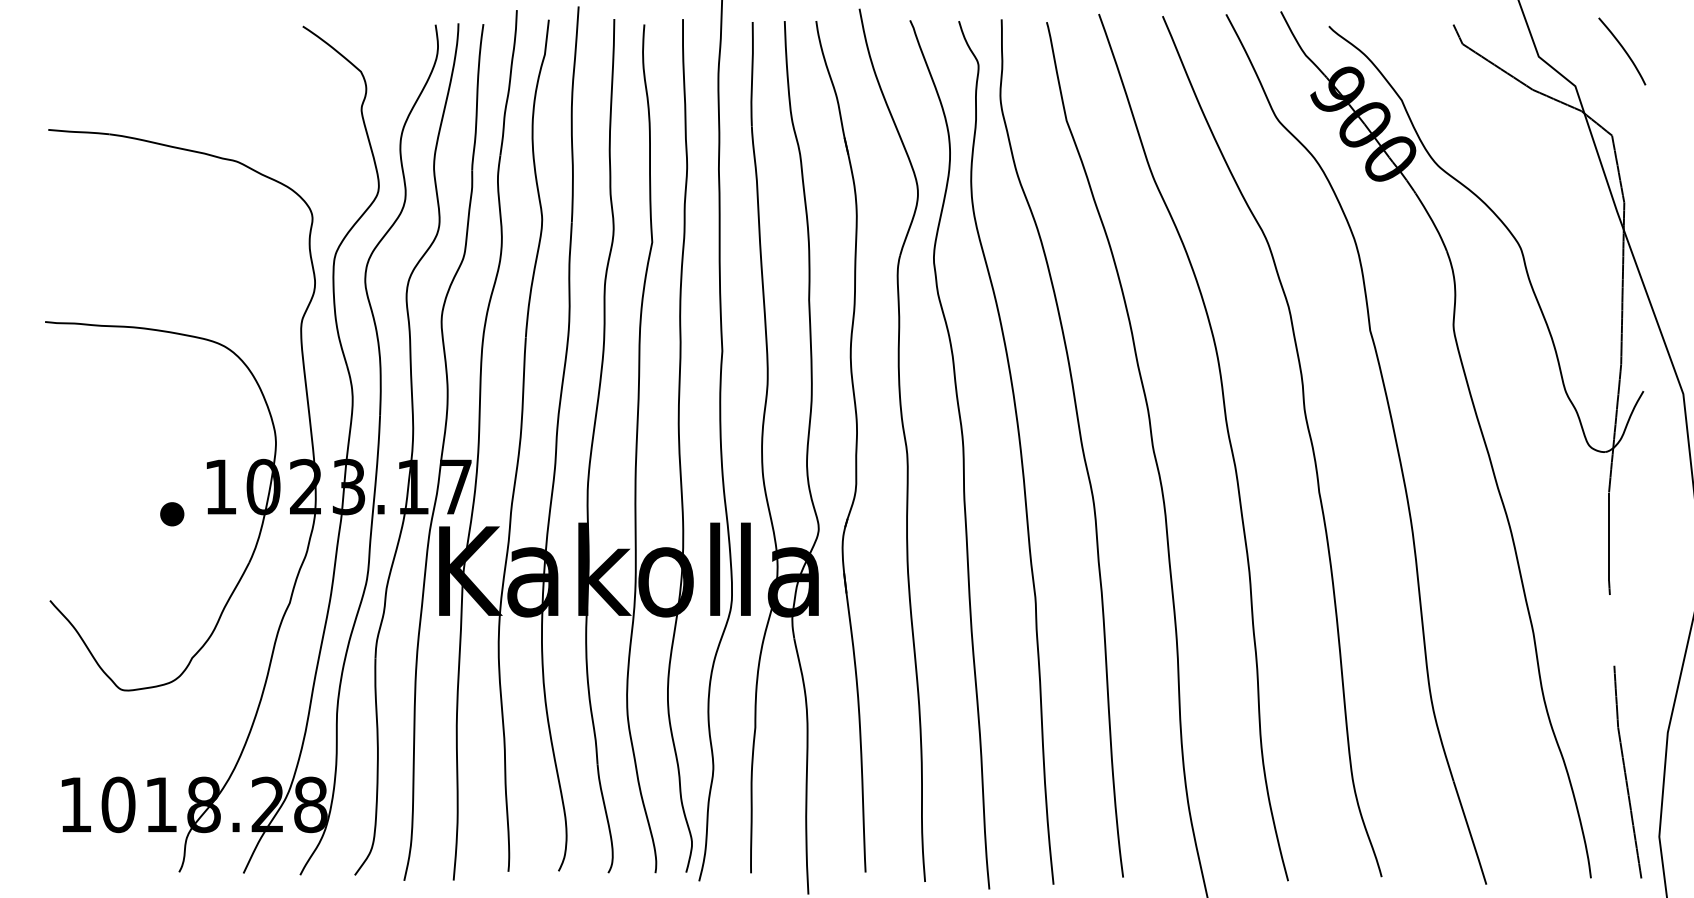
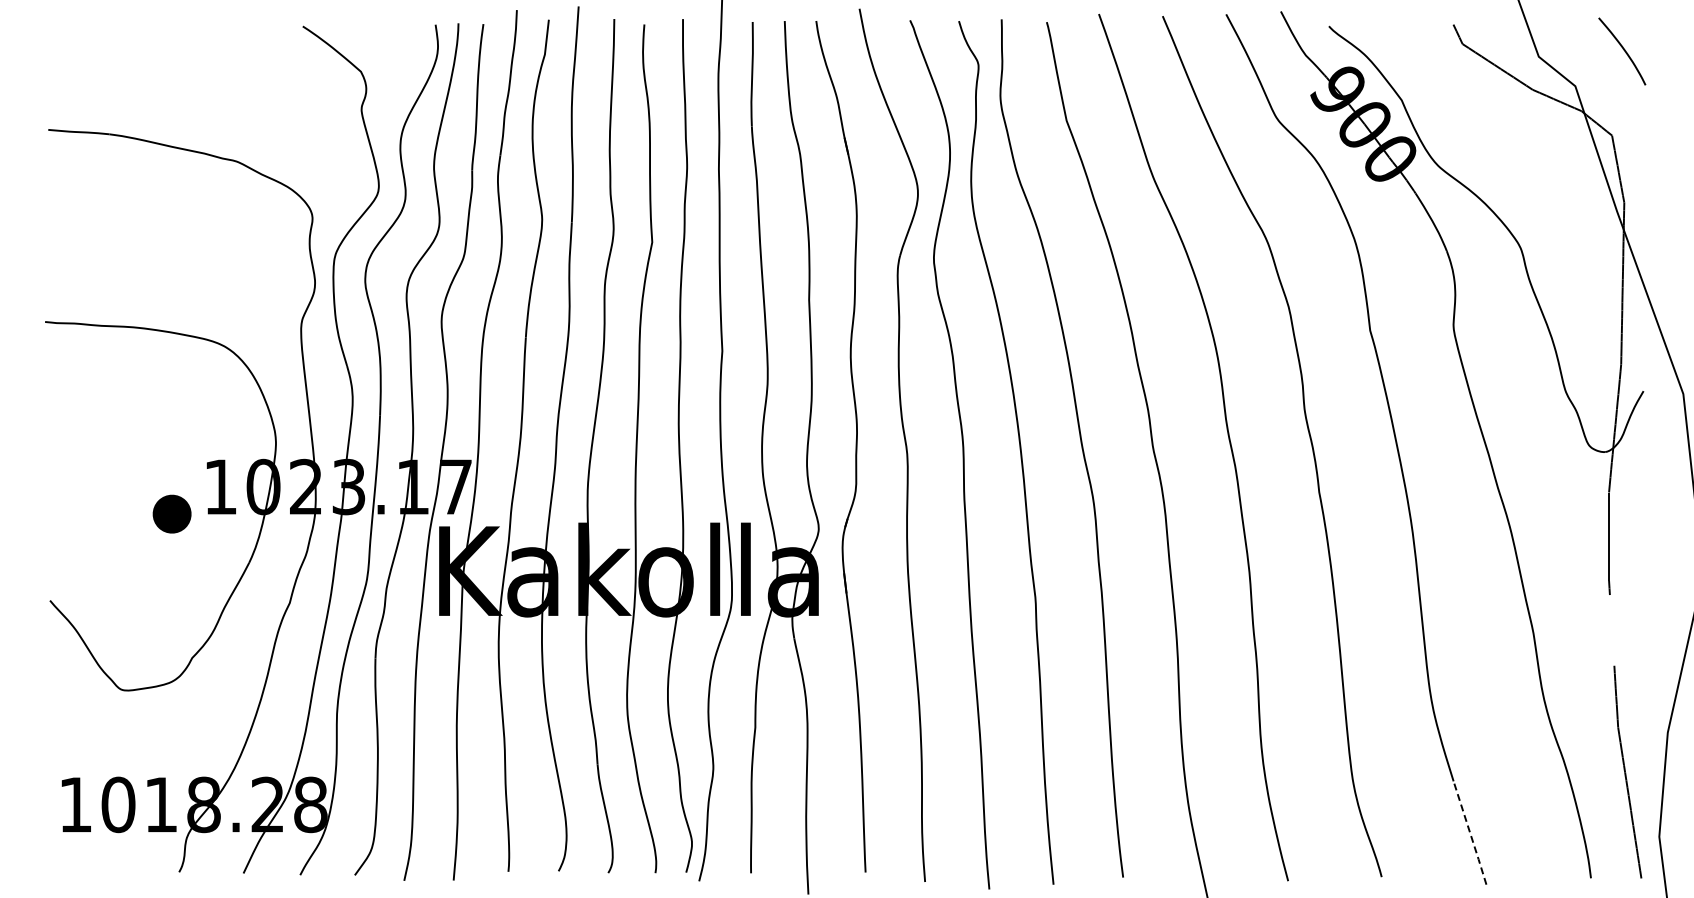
part at (172, 514) size: 25x25 px -> 40x40 px
line at (1470, 833): solid -> dashed
